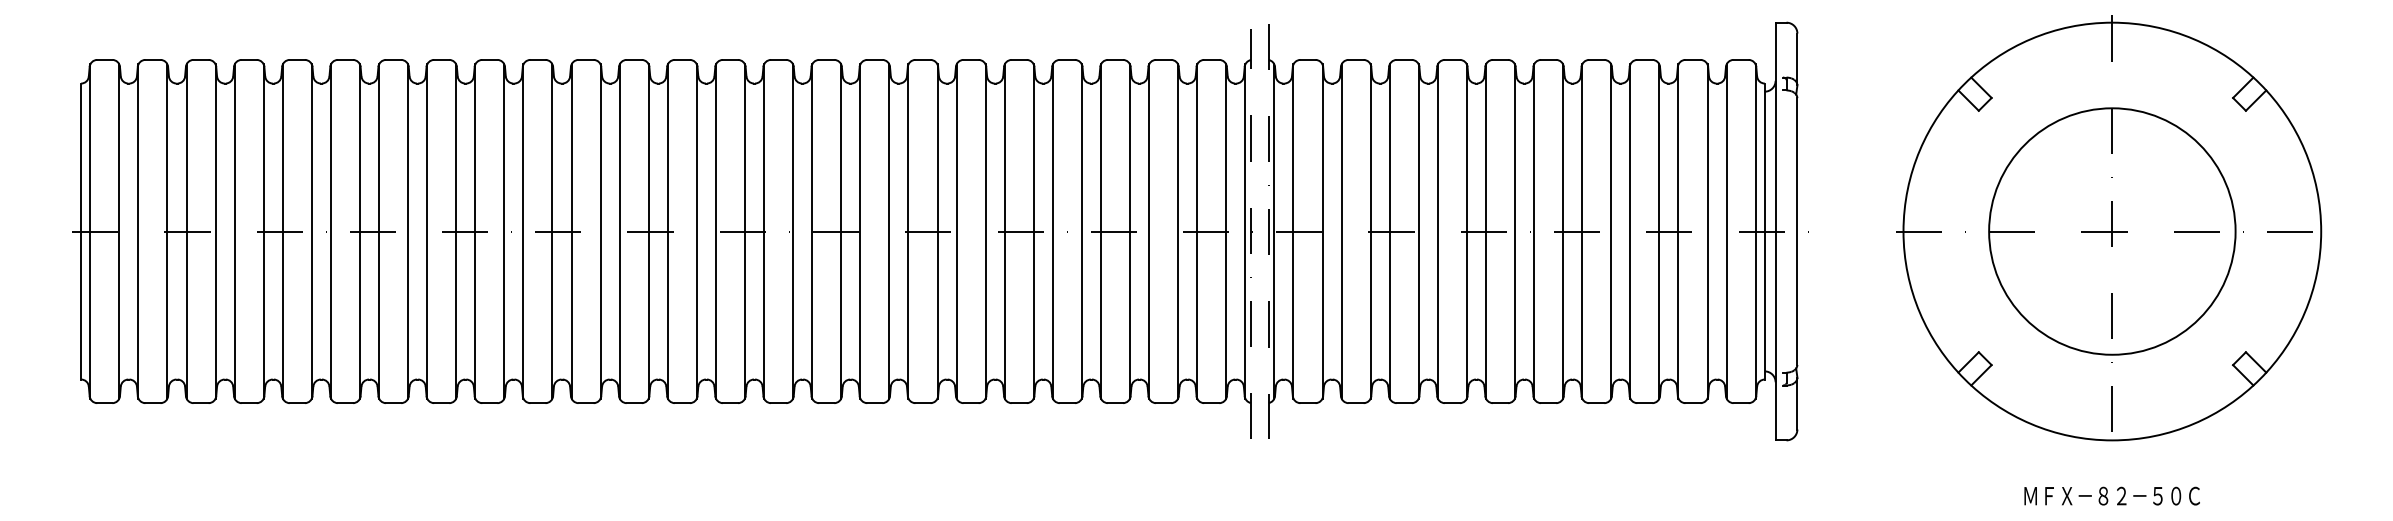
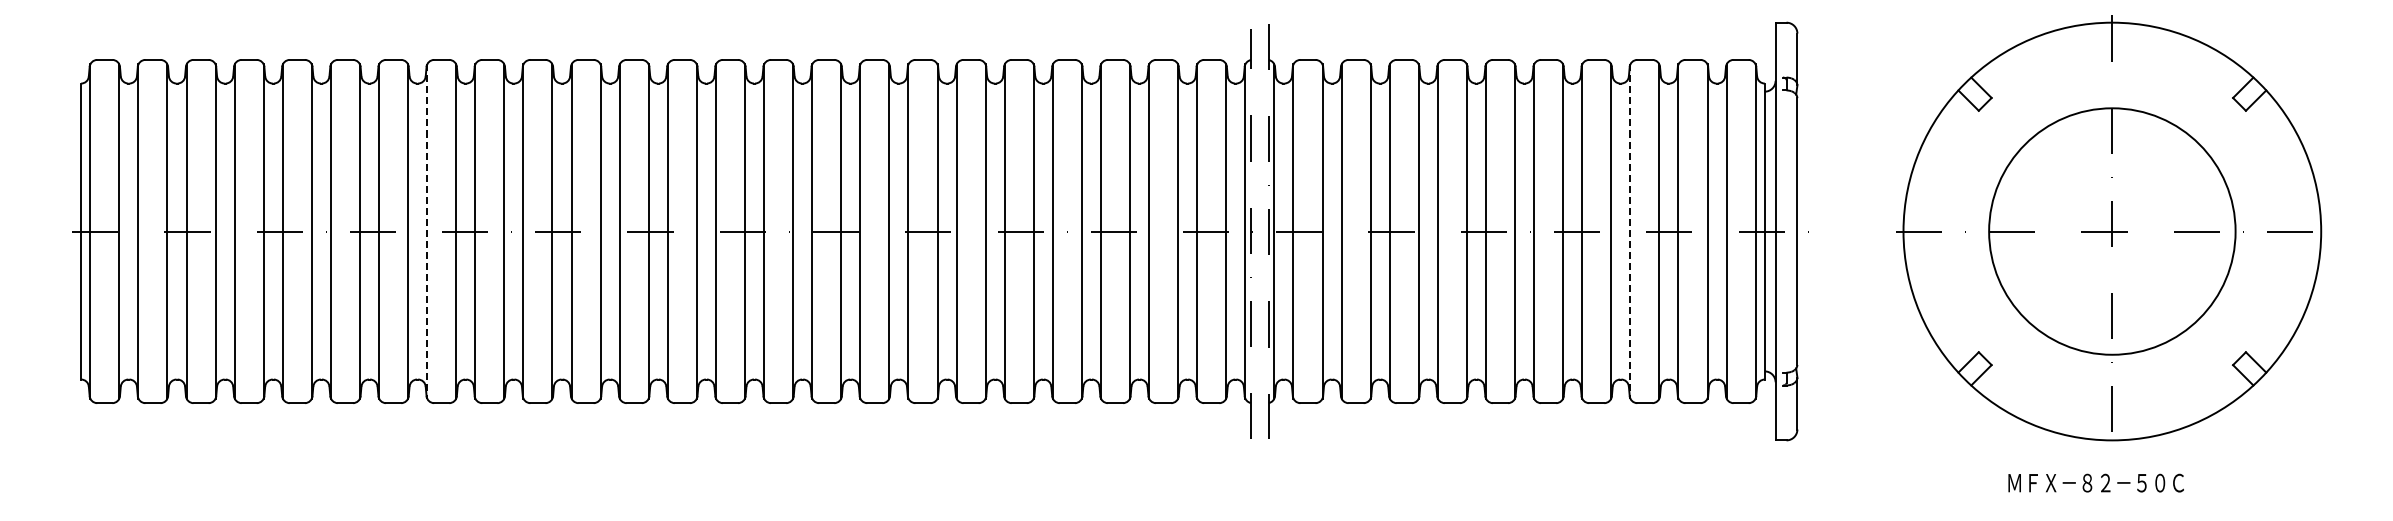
line at (427, 232): solid -> dashed
line at (1630, 232): solid -> dashed
text at (2111, 495) position: (2111, 495) -> (2095, 482)
